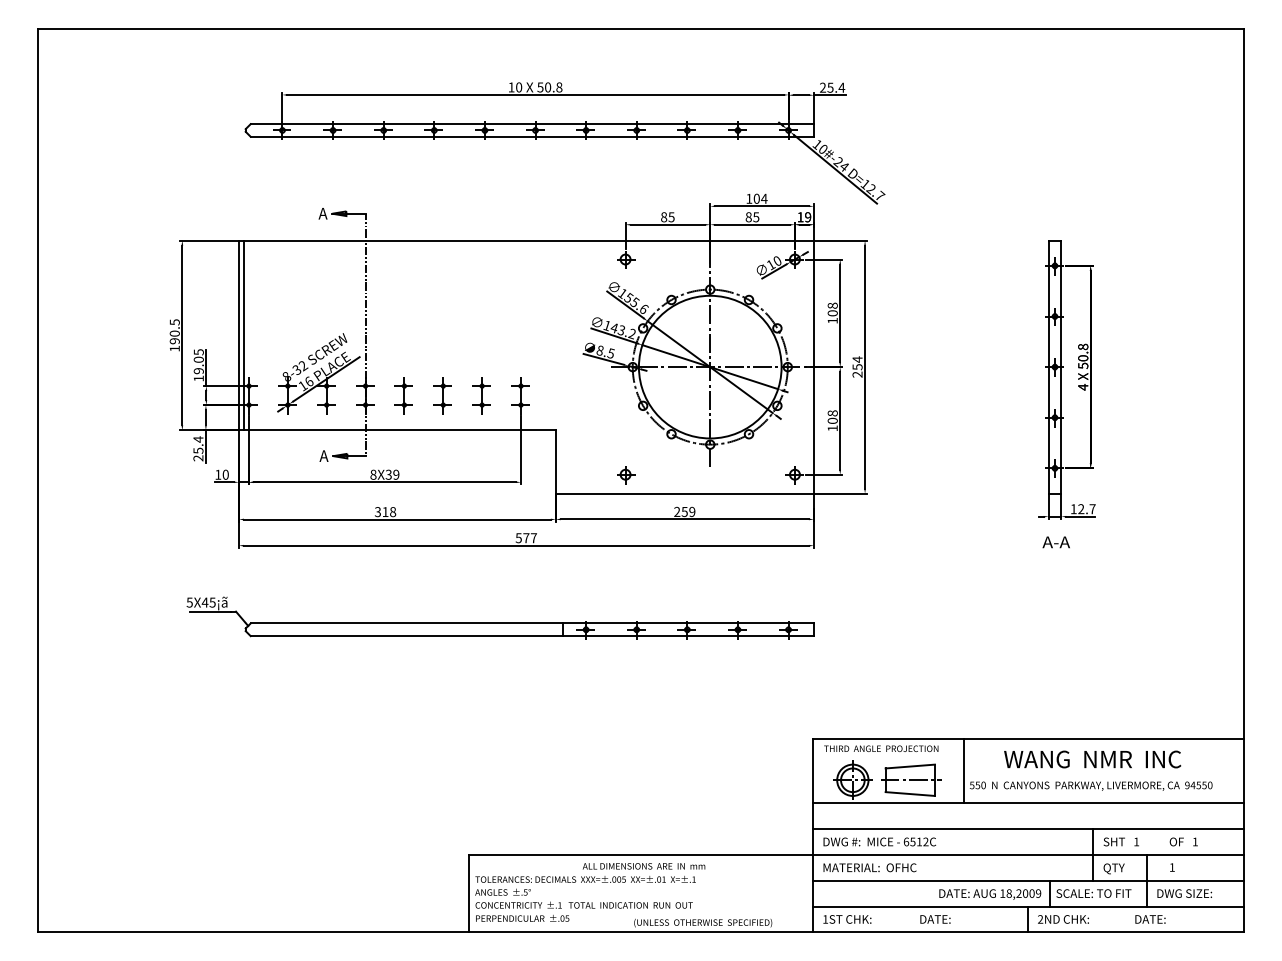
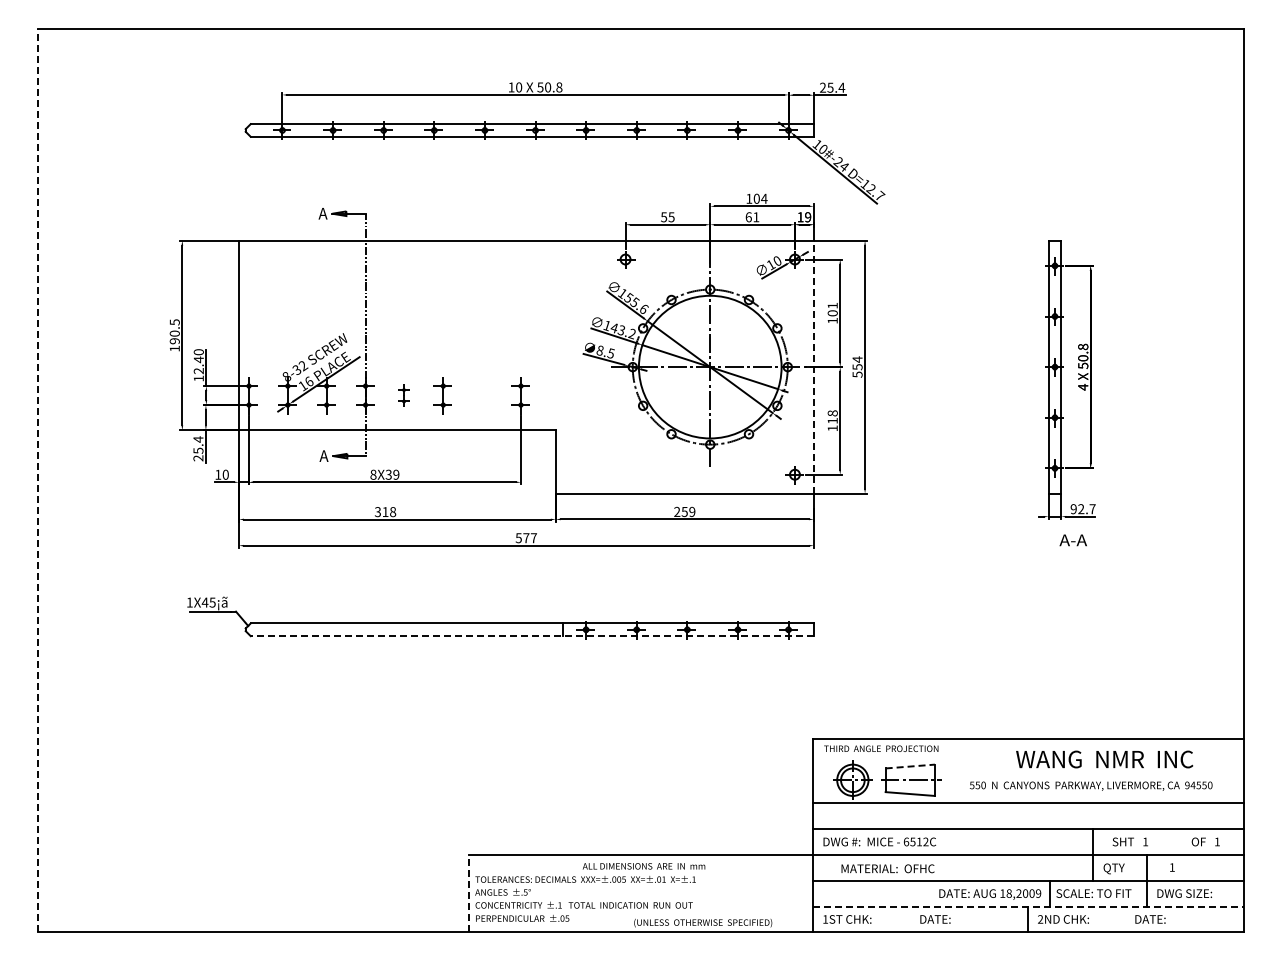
text at (664, 217): 85 -> 55
text at (752, 217): 85 -> 61
text at (832, 305): 108 -> 101
line at (244, 335): present -> none
text at (198, 361): 19.05 -> 12.40
line at (813, 367): solid -> dashed
text at (857, 374): 254 -> 554
part at (403, 395) size: 19x38 px -> 12x23 px
part at (481, 395): present -> none
text at (832, 420): 108 -> 118
part at (626, 475): present -> none
line at (38, 480): solid -> dashed
text at (1073, 509): 12.7 -> 92.7
text at (1055, 542) position: (1055, 542) -> (1072, 540)
text at (189, 602): 5X45¡ã -> 1X45¡ã
line at (532, 636): solid -> dashed
text at (1092, 759) position: (1092, 759) -> (1104, 759)
line at (910, 766): solid -> dashed
line at (963, 770): present -> none
text at (1120, 841) position: (1120, 841) -> (1129, 841)
text at (1183, 841) position: (1183, 841) -> (1205, 841)
text at (869, 867) position: (869, 867) -> (887, 868)
line at (468, 893): solid -> dashed
line at (1028, 906): solid -> dashed
